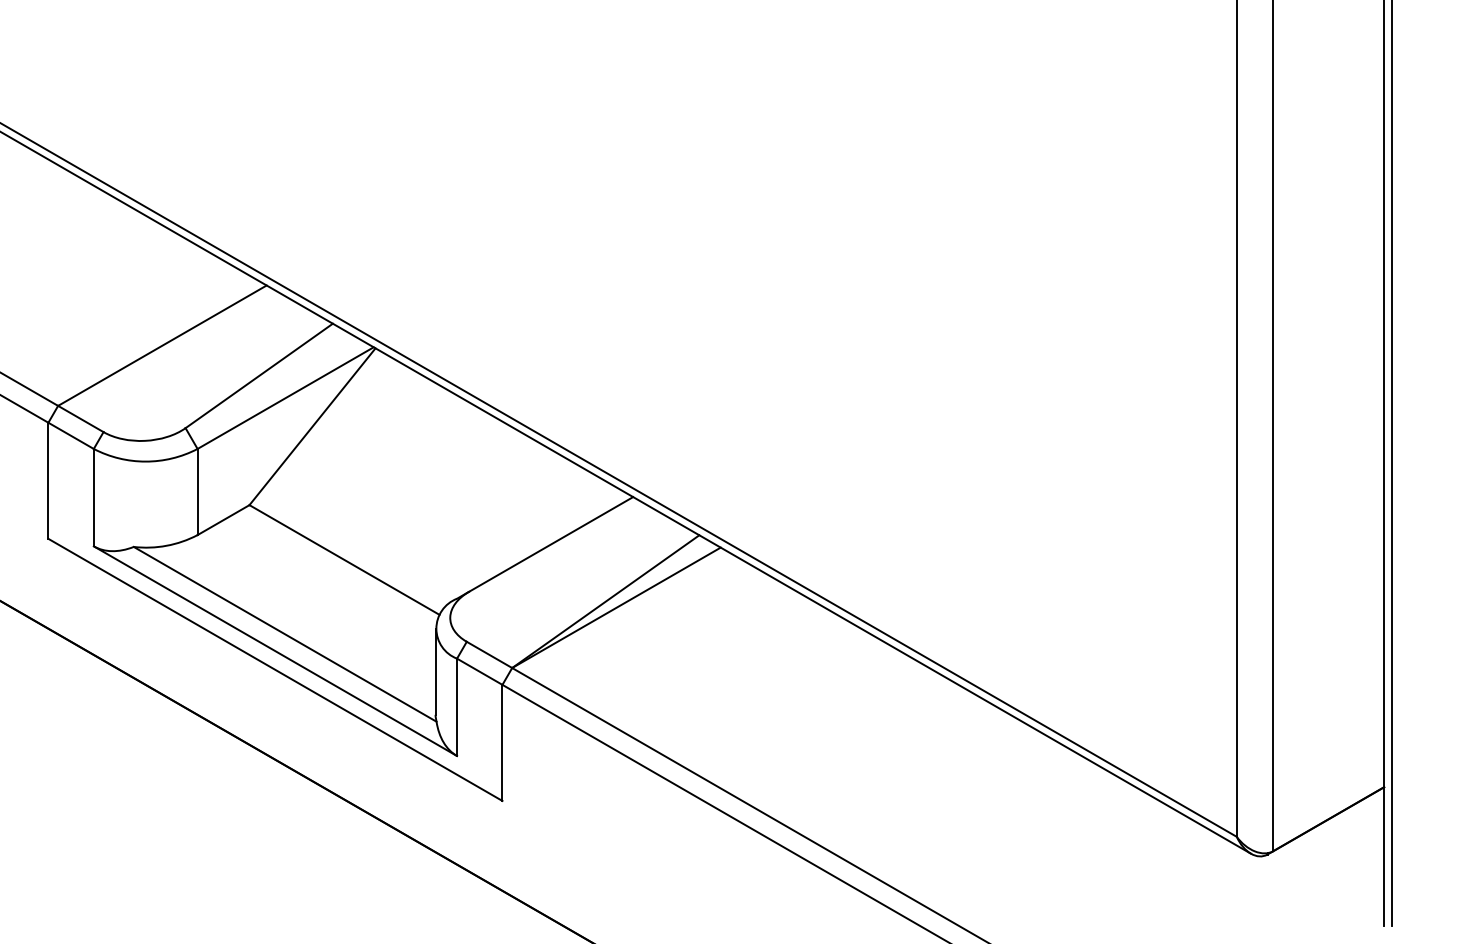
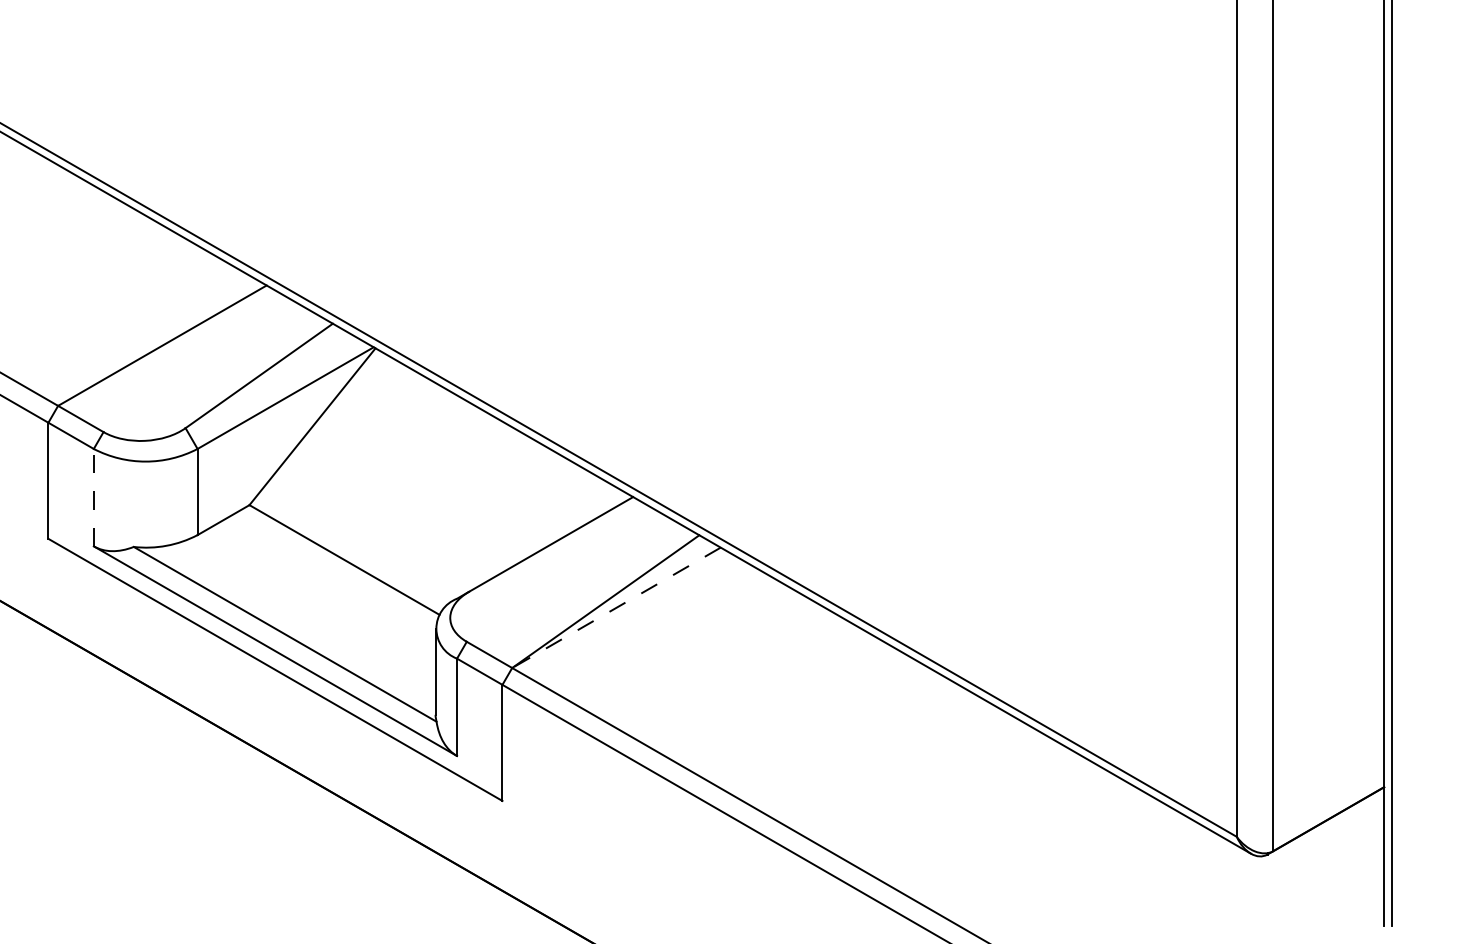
line at (93, 497): solid -> dashed
line at (616, 608): solid -> dashed
